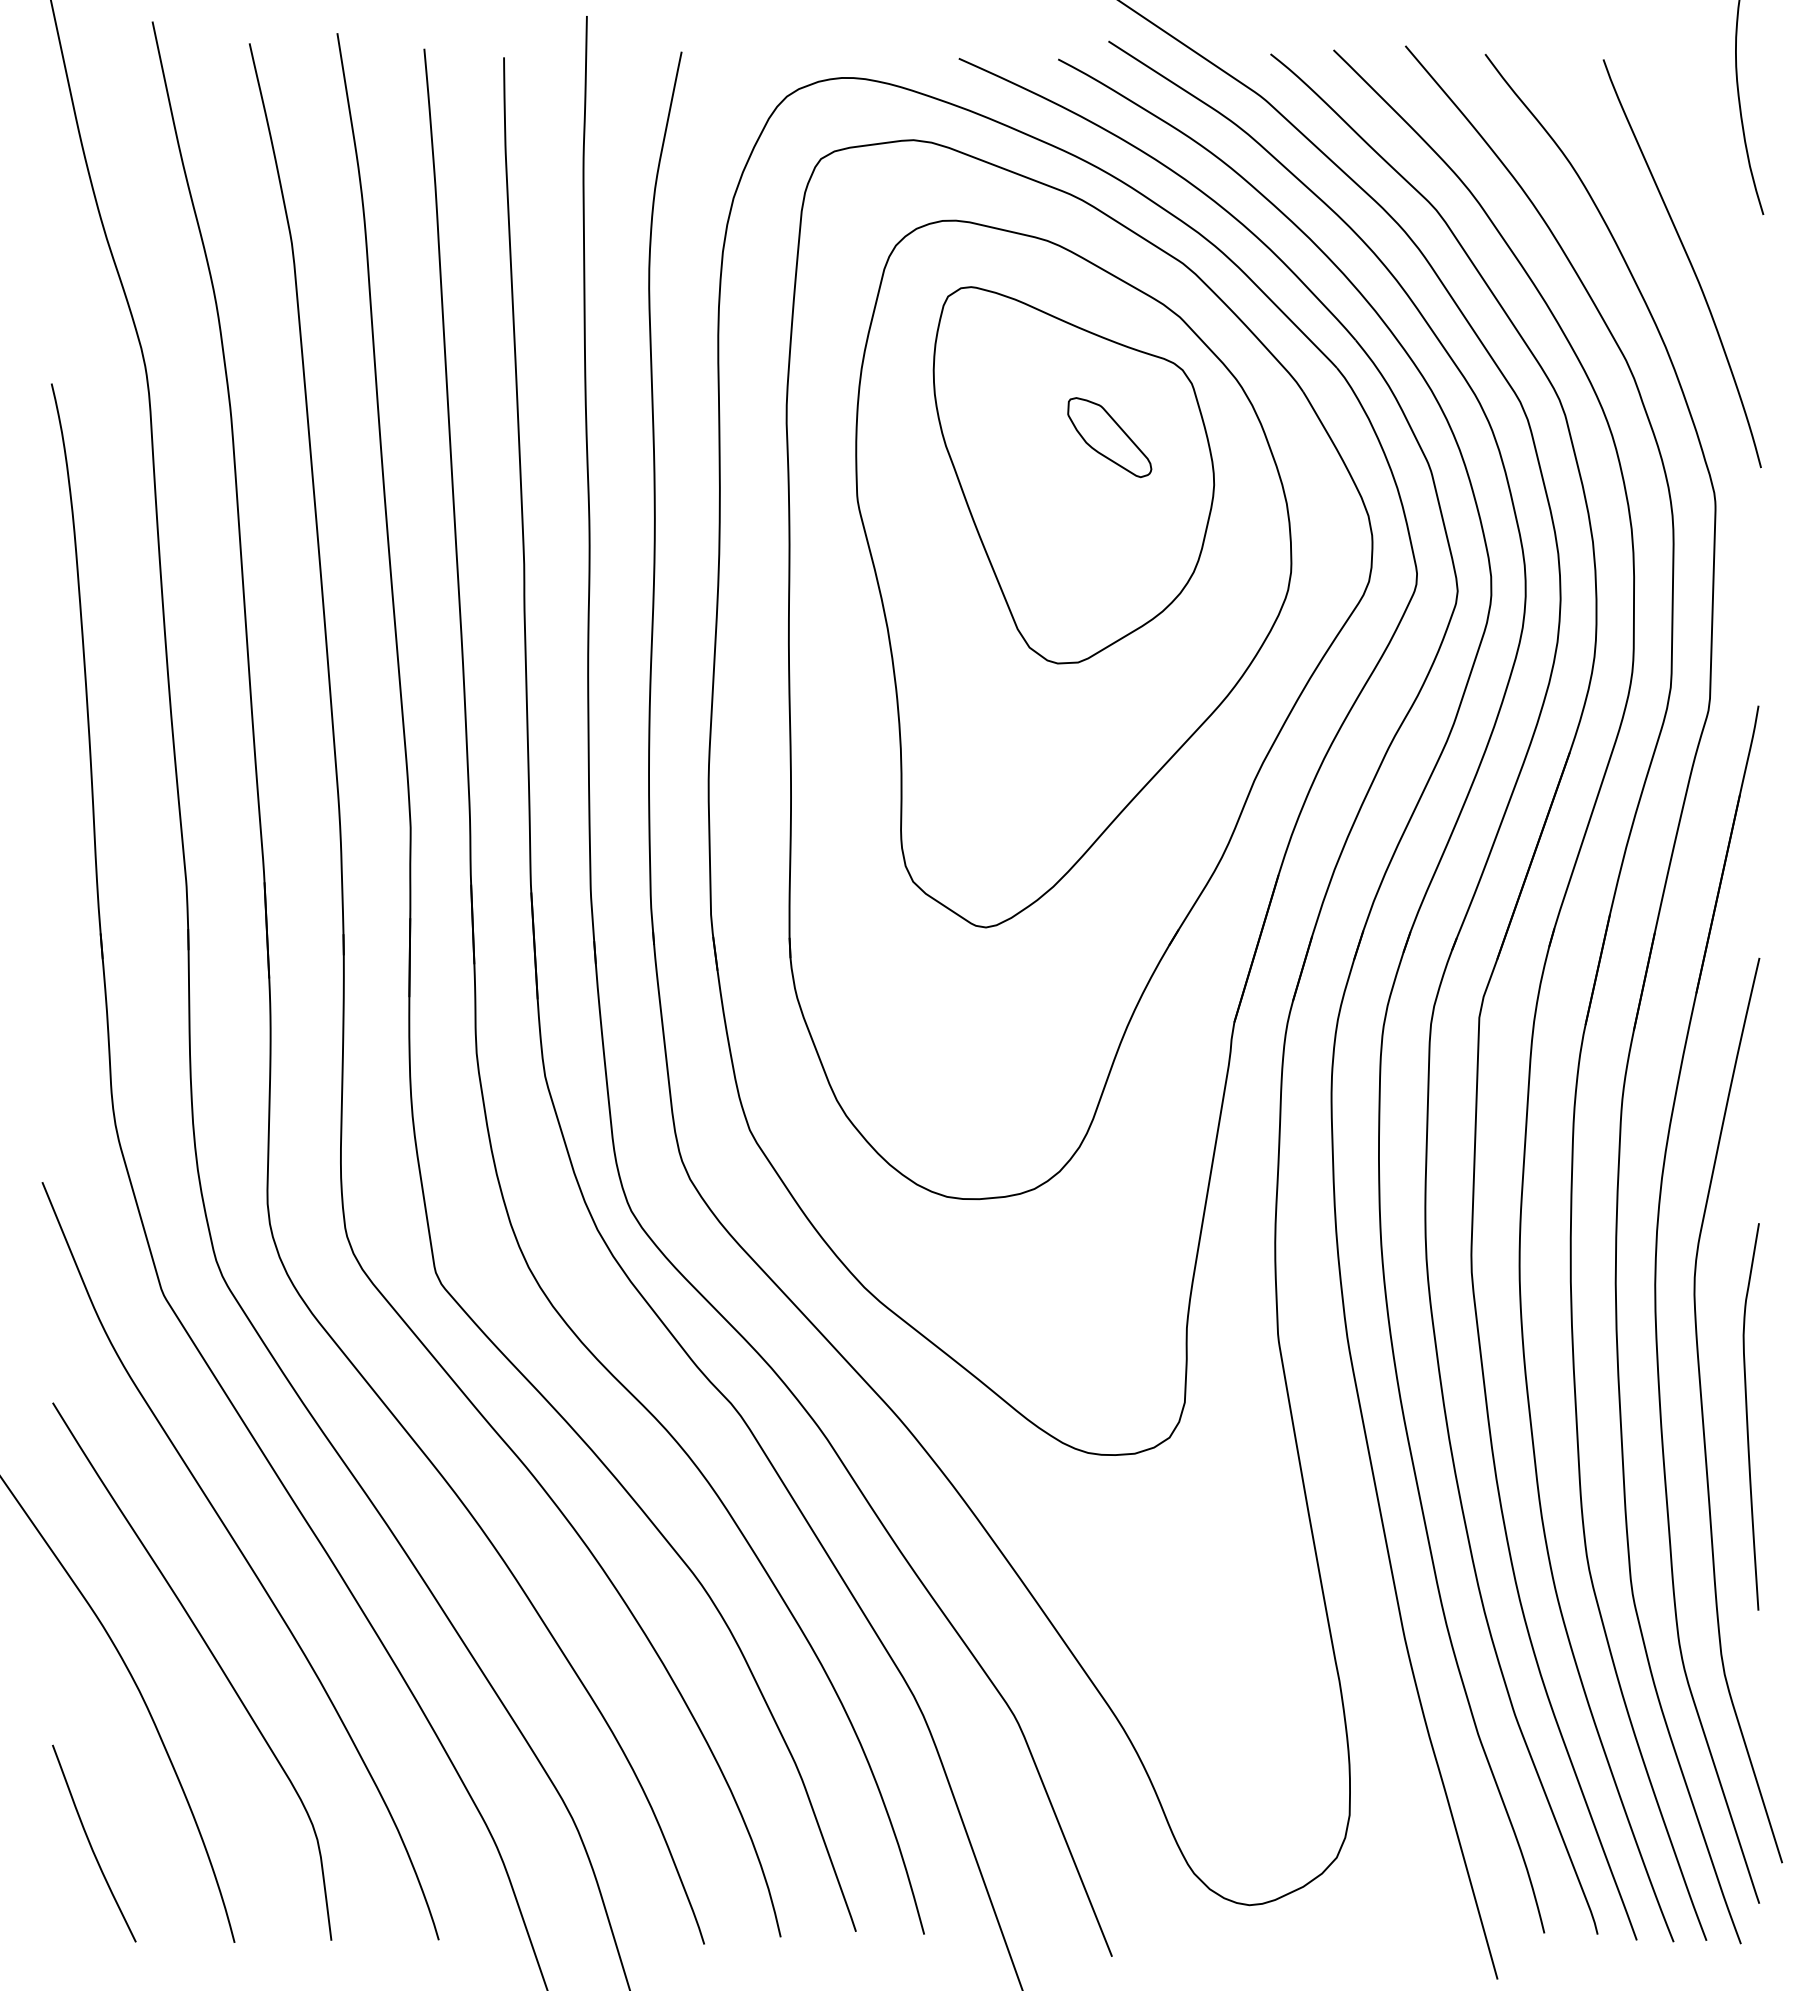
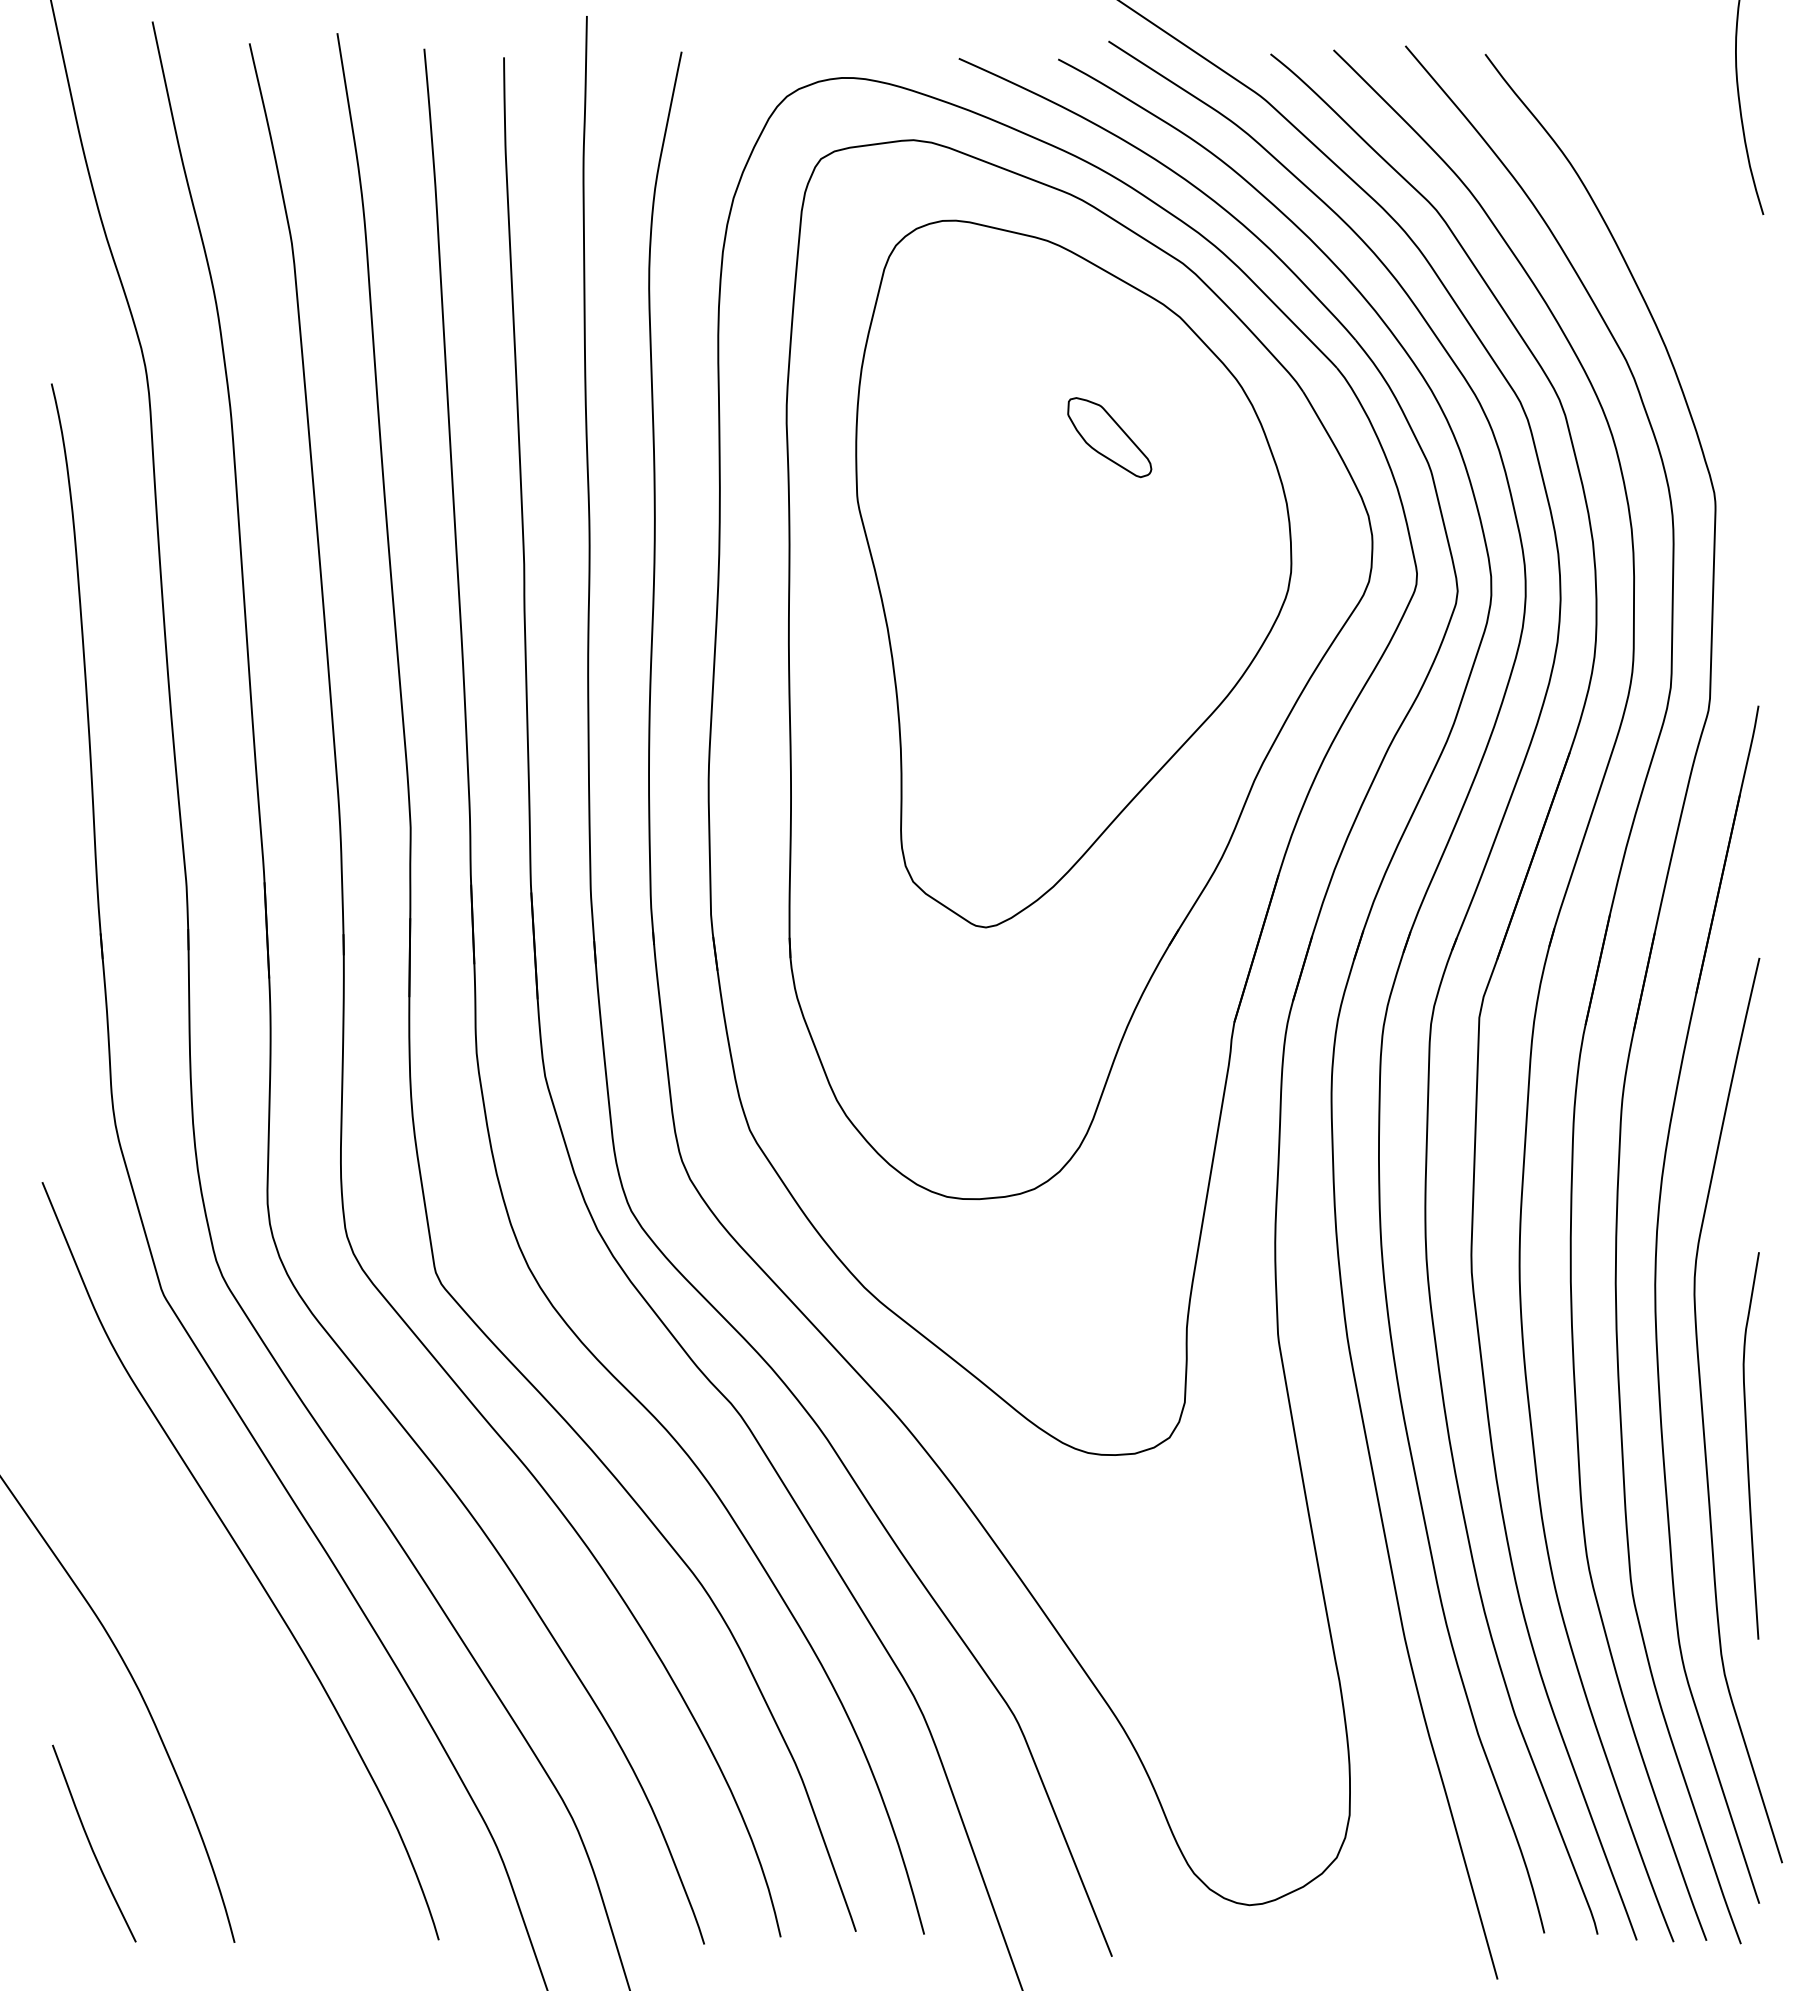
curve at (1688, 261): present -> none
part at (1073, 475): present -> none
curve at (1747, 1416) position: (1747, 1416) -> (1747, 1445)
curve at (212, 1656): present -> none
